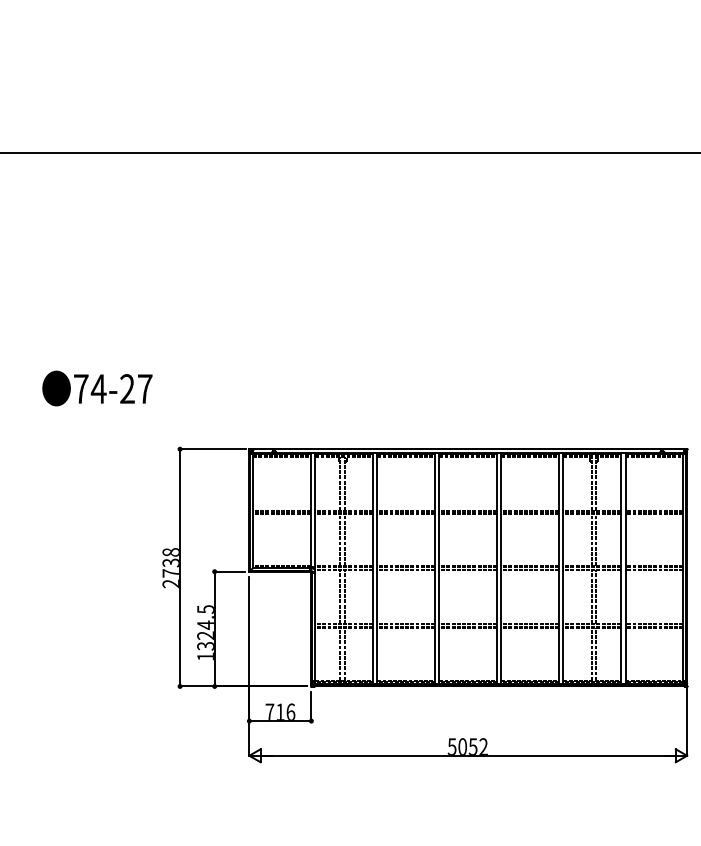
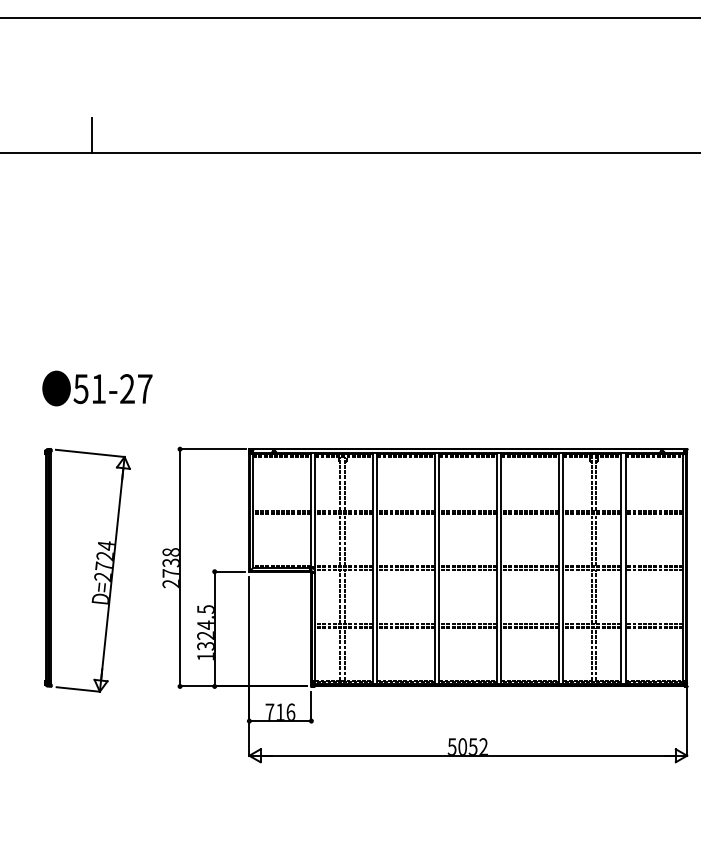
line at (349, 17): none -> present
line at (92, 135): none -> present
text at (89, 389): 74-27 -> 51-27
part at (95, 569): none -> present
